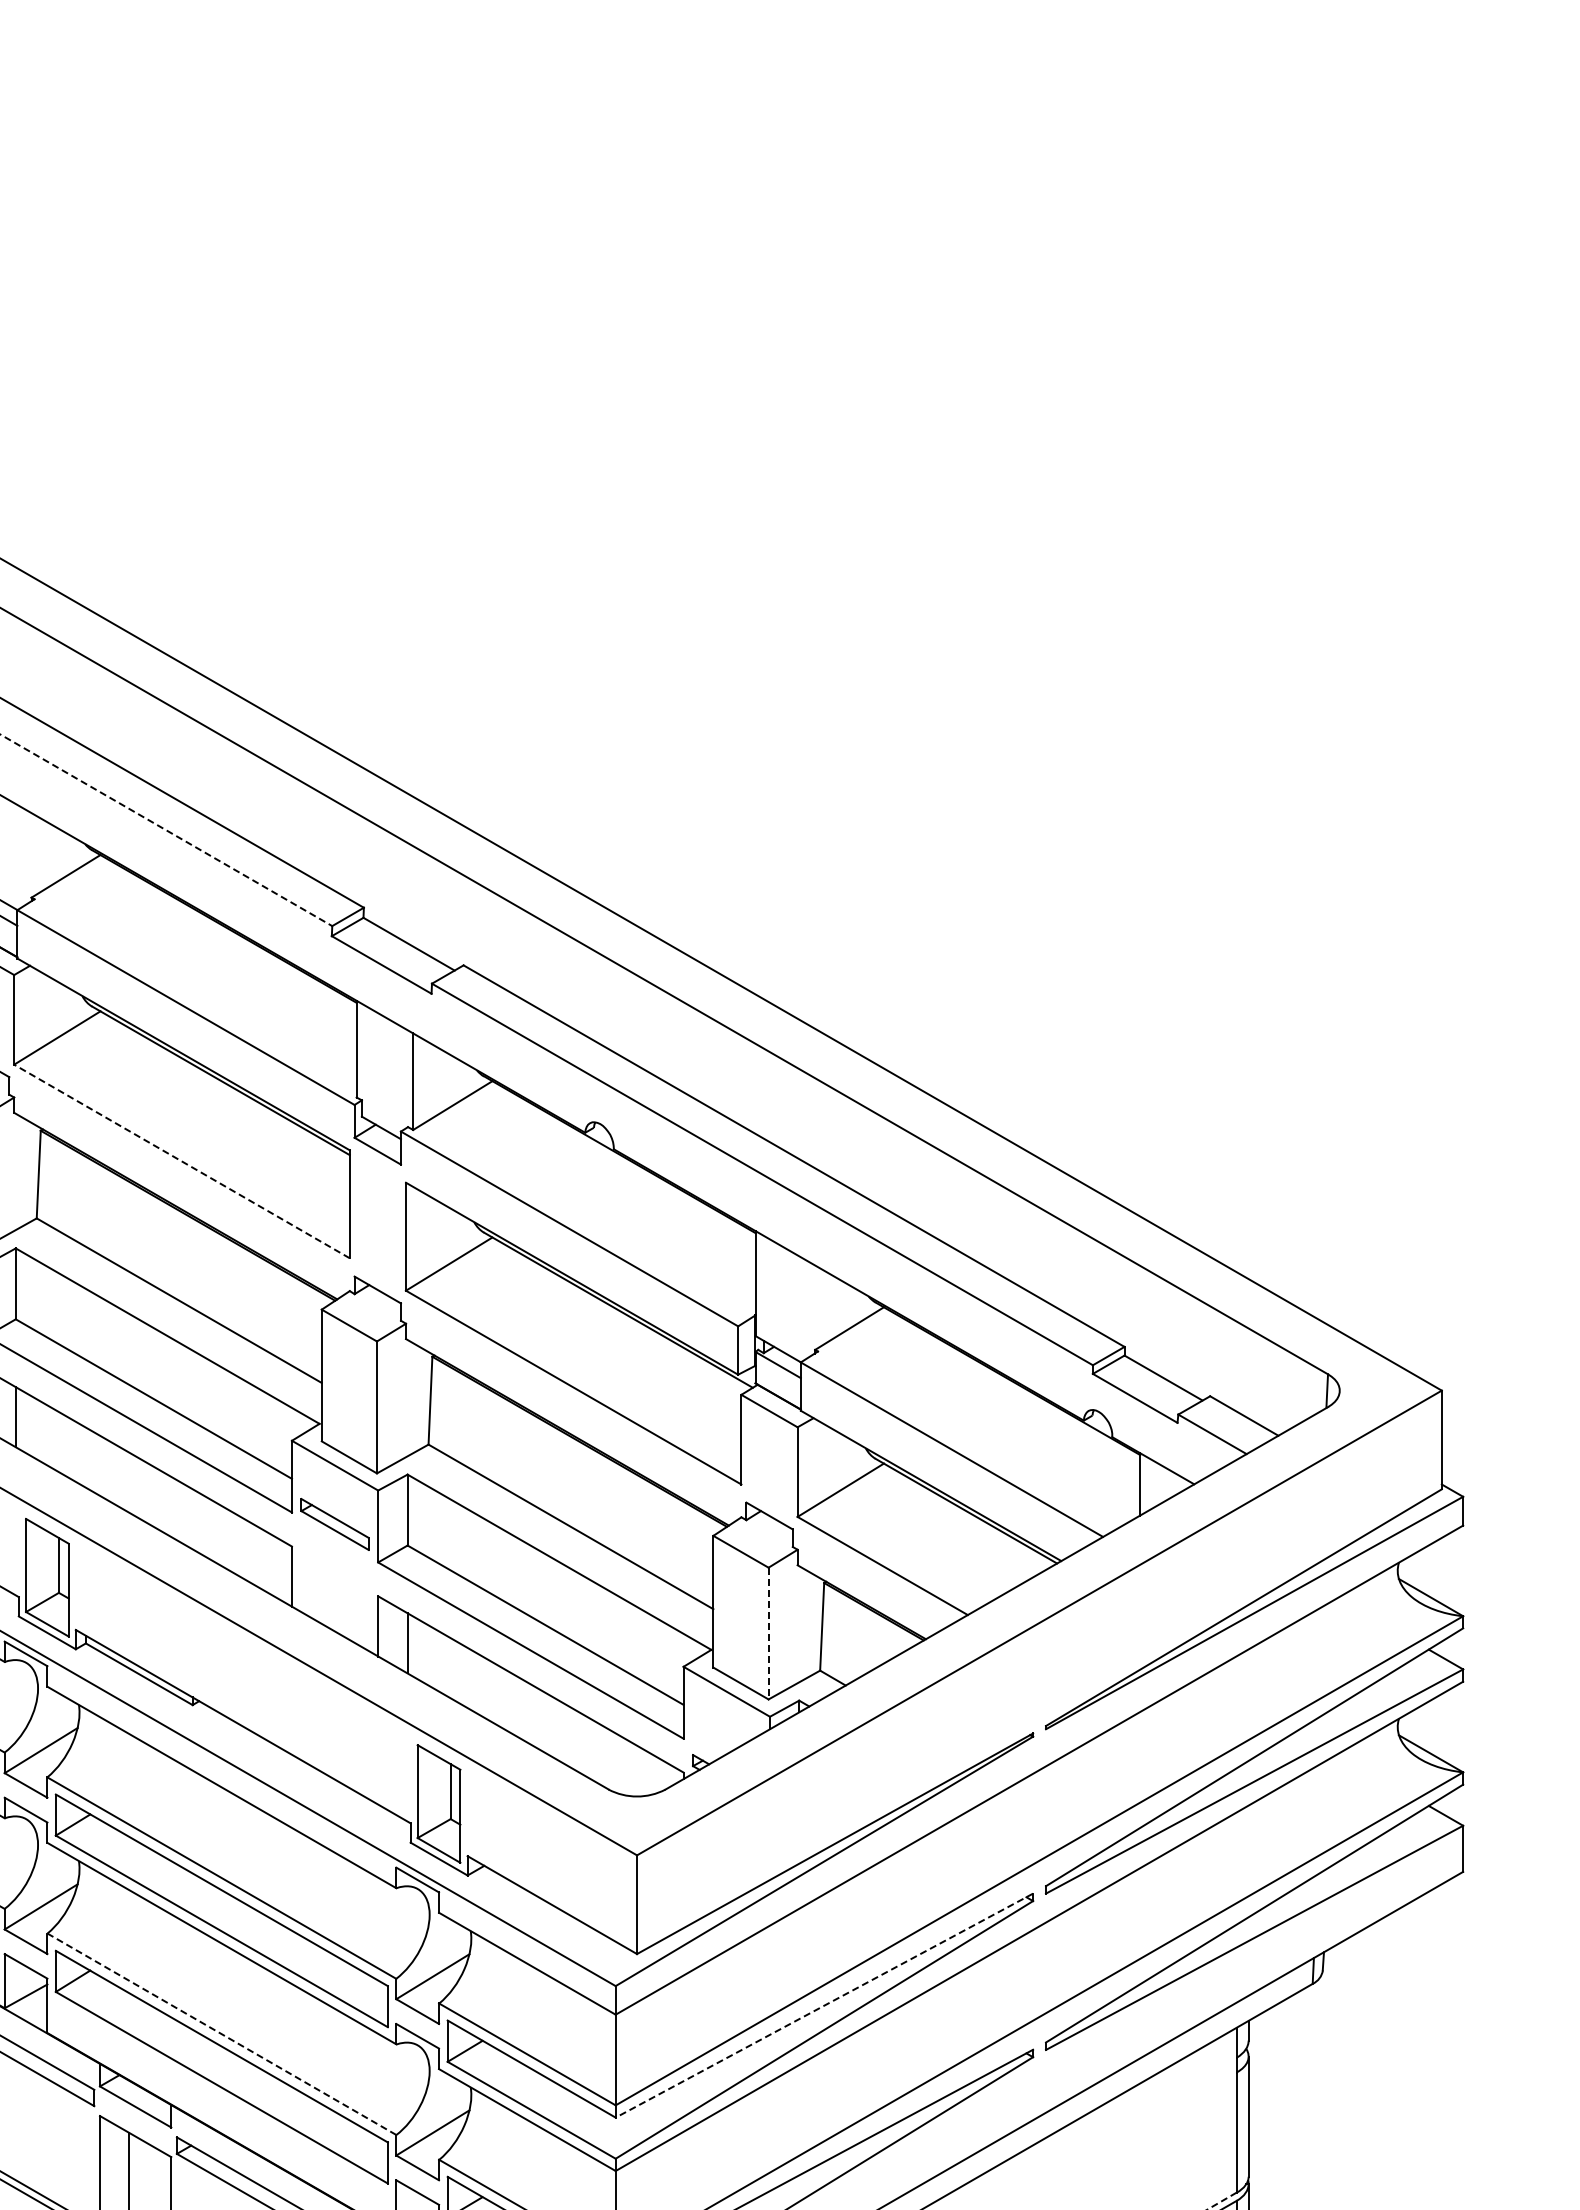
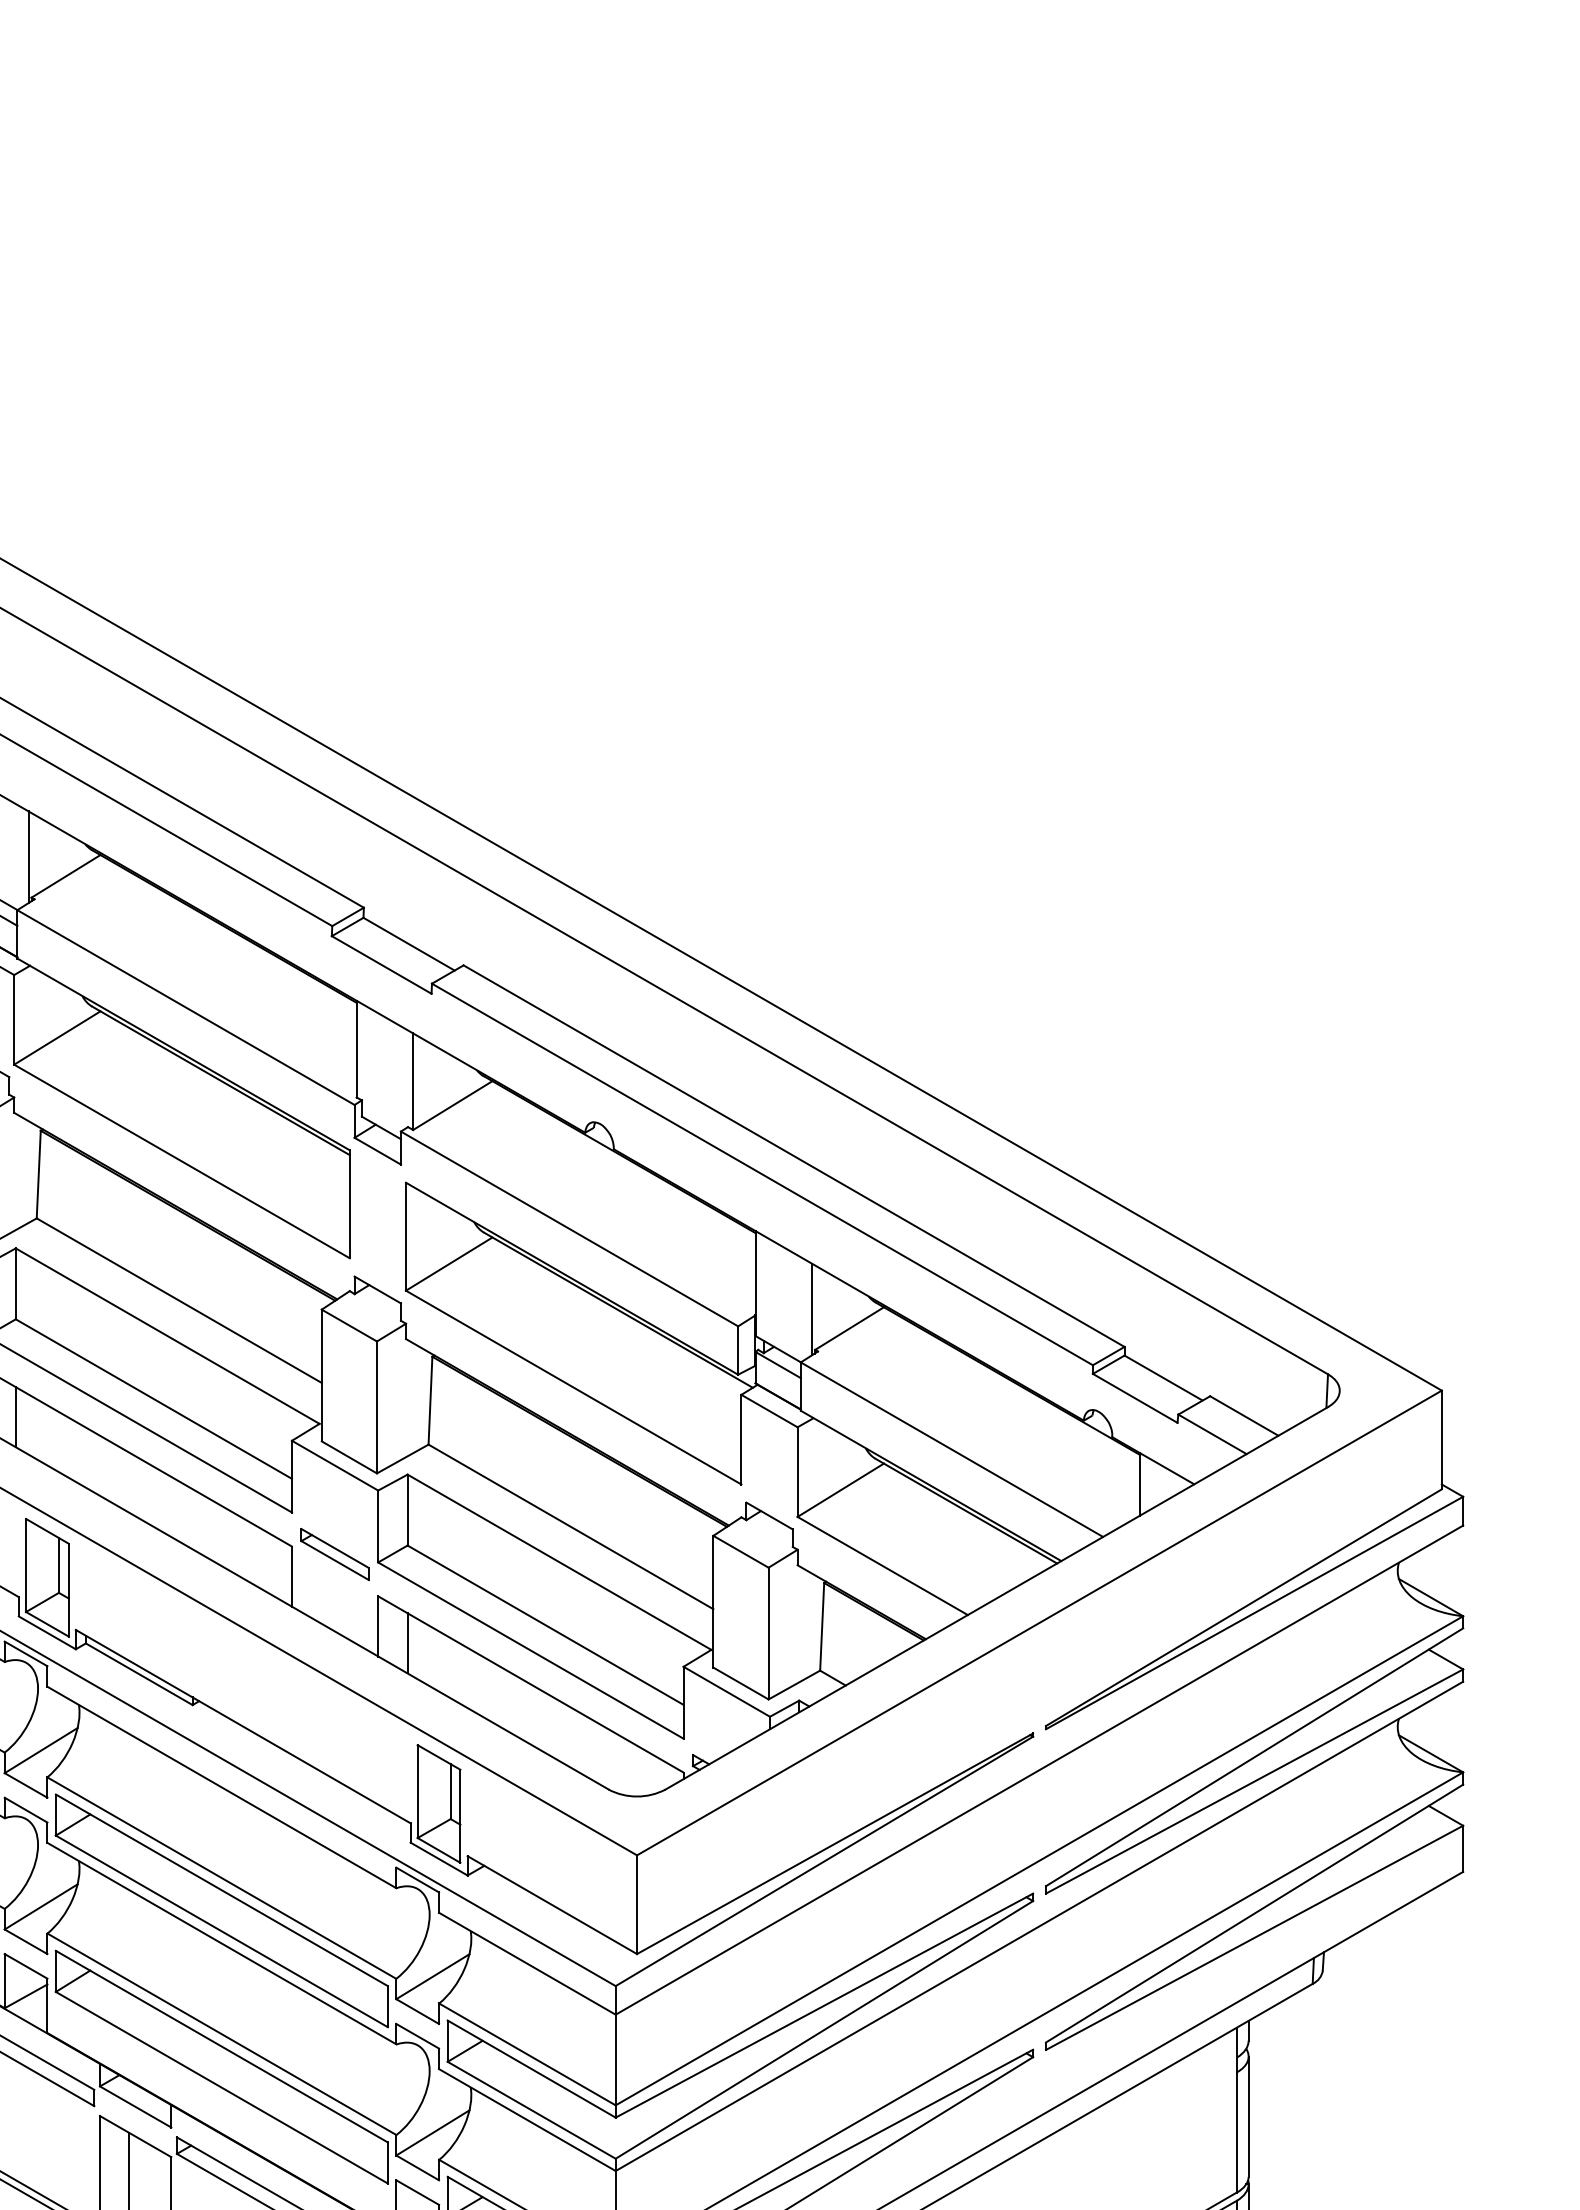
line at (166, 830): dashed -> solid
line at (28, 857): none -> present
line at (181, 1161): dashed -> solid
line at (812, 1309): none -> present
part at (334, 1524) position: (334, 1524) -> (334, 1554)
line at (768, 1633): dashed -> solid
line at (824, 2005): dashed -> solid
line at (221, 2034): dashed -> solid
line at (1221, 2201): dashed -> solid
